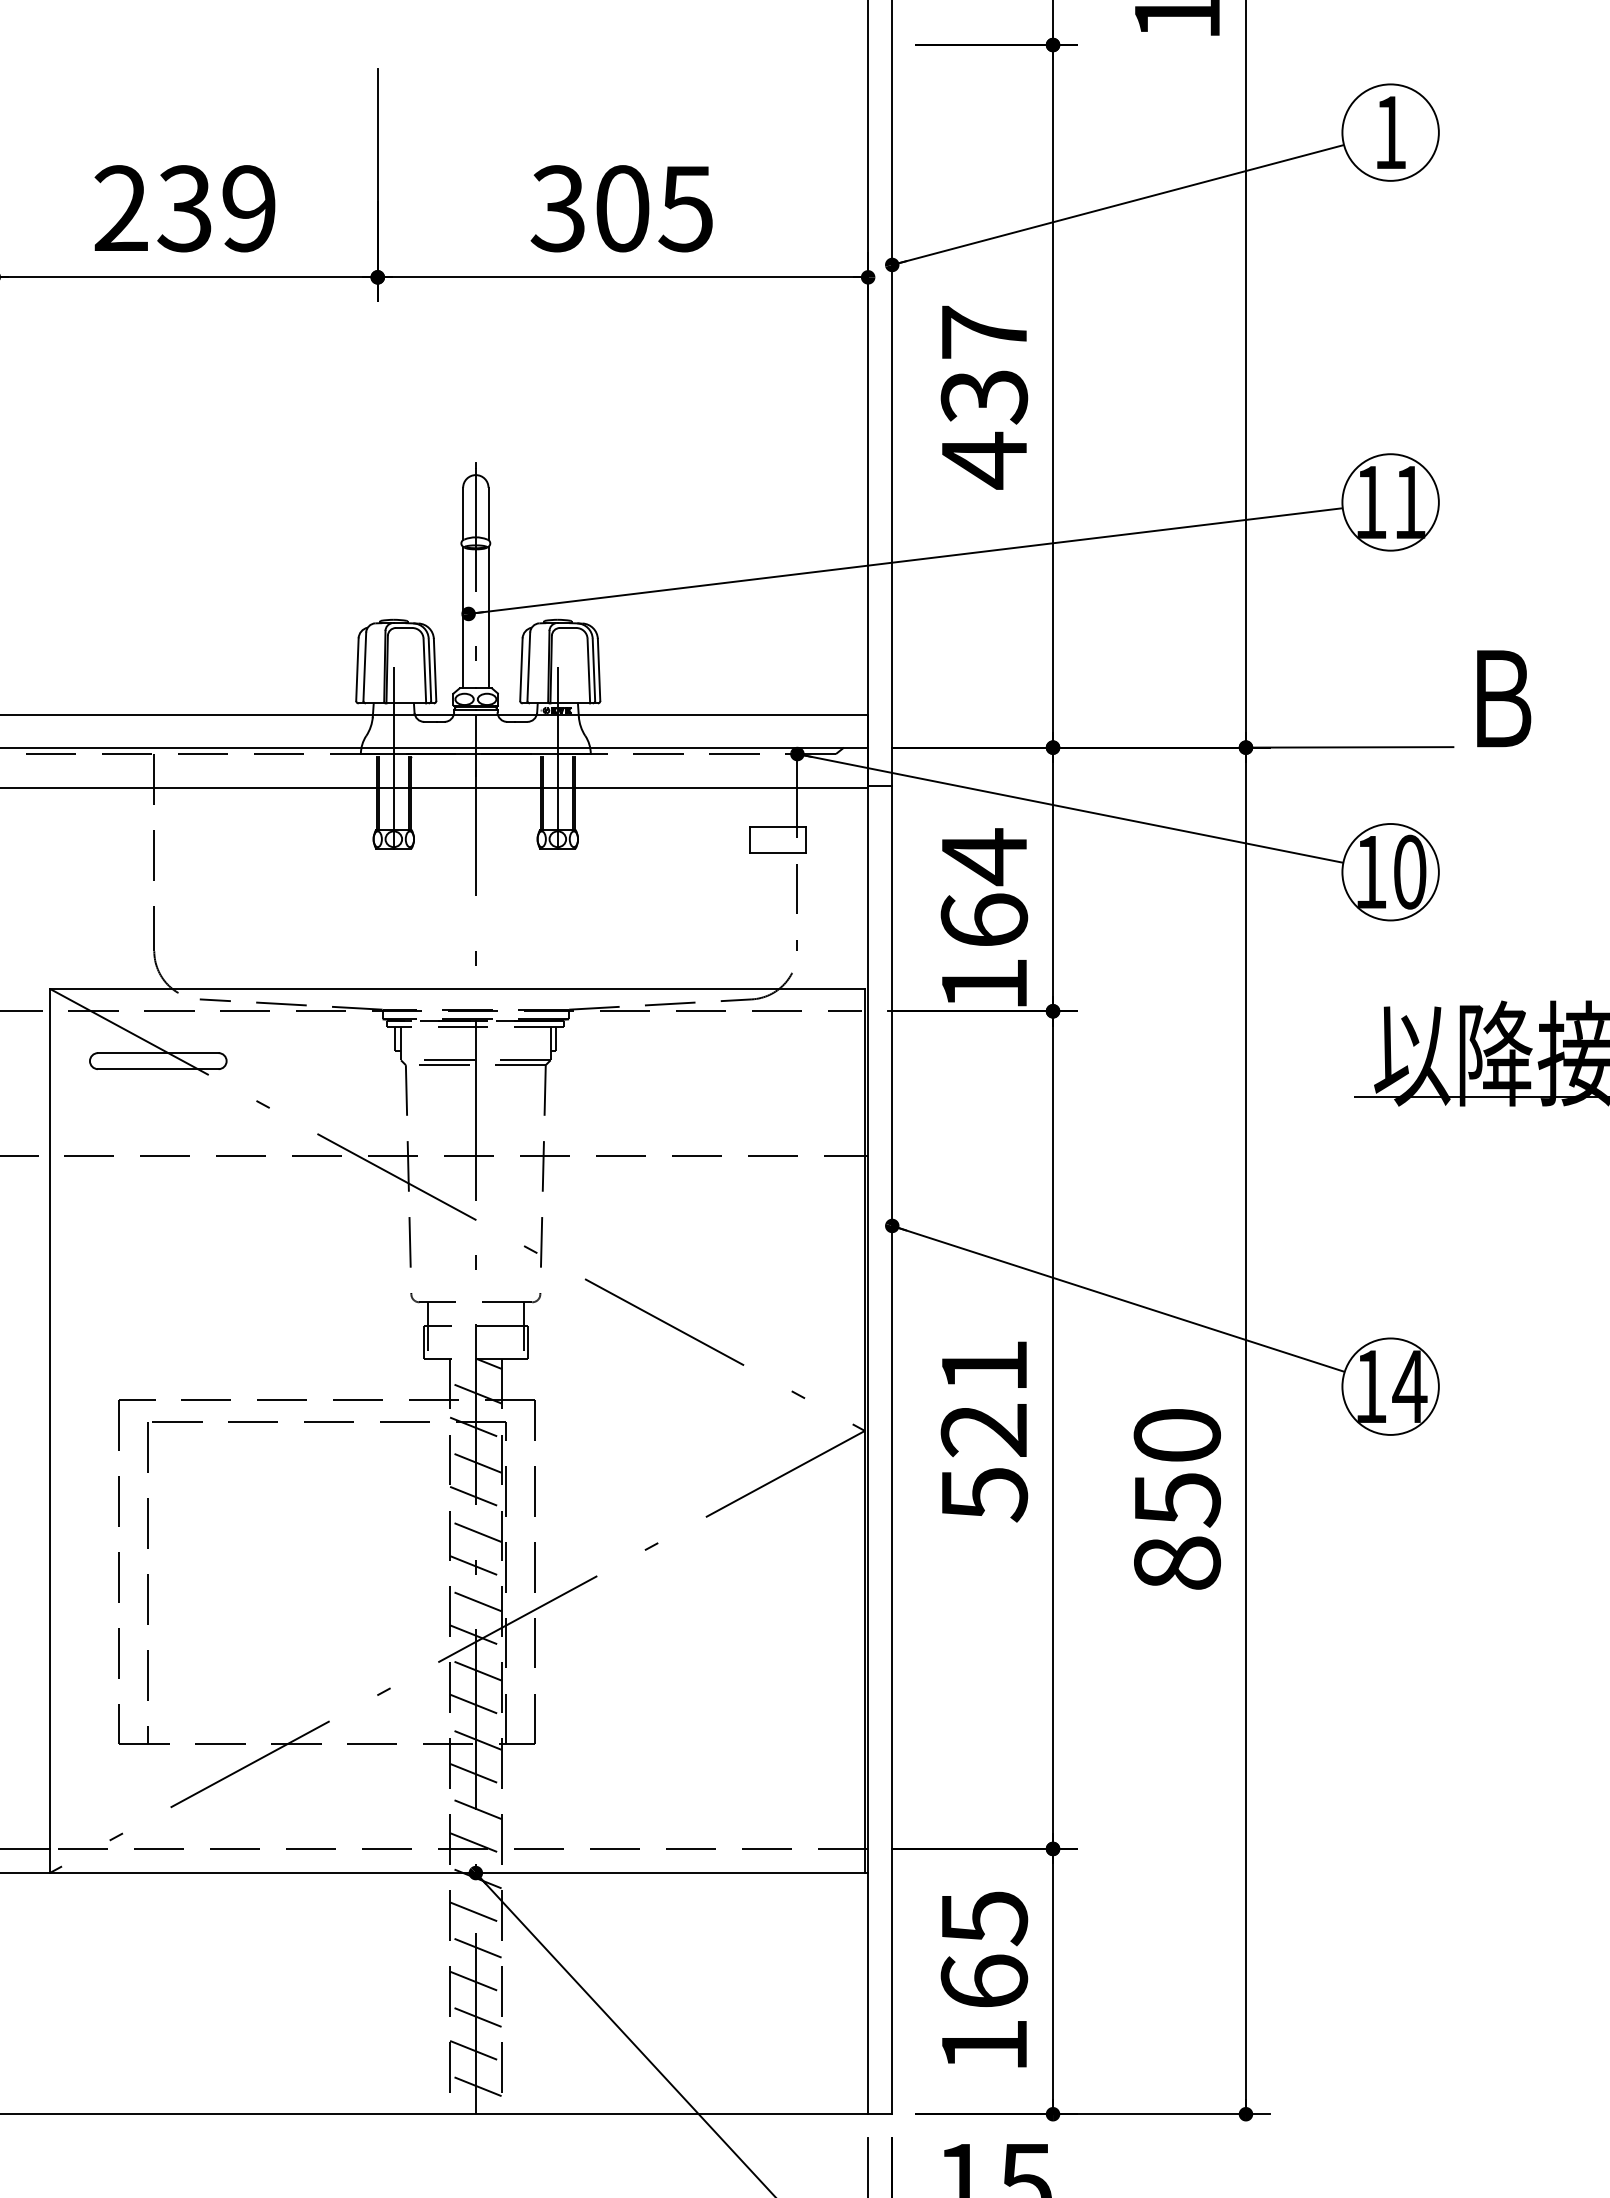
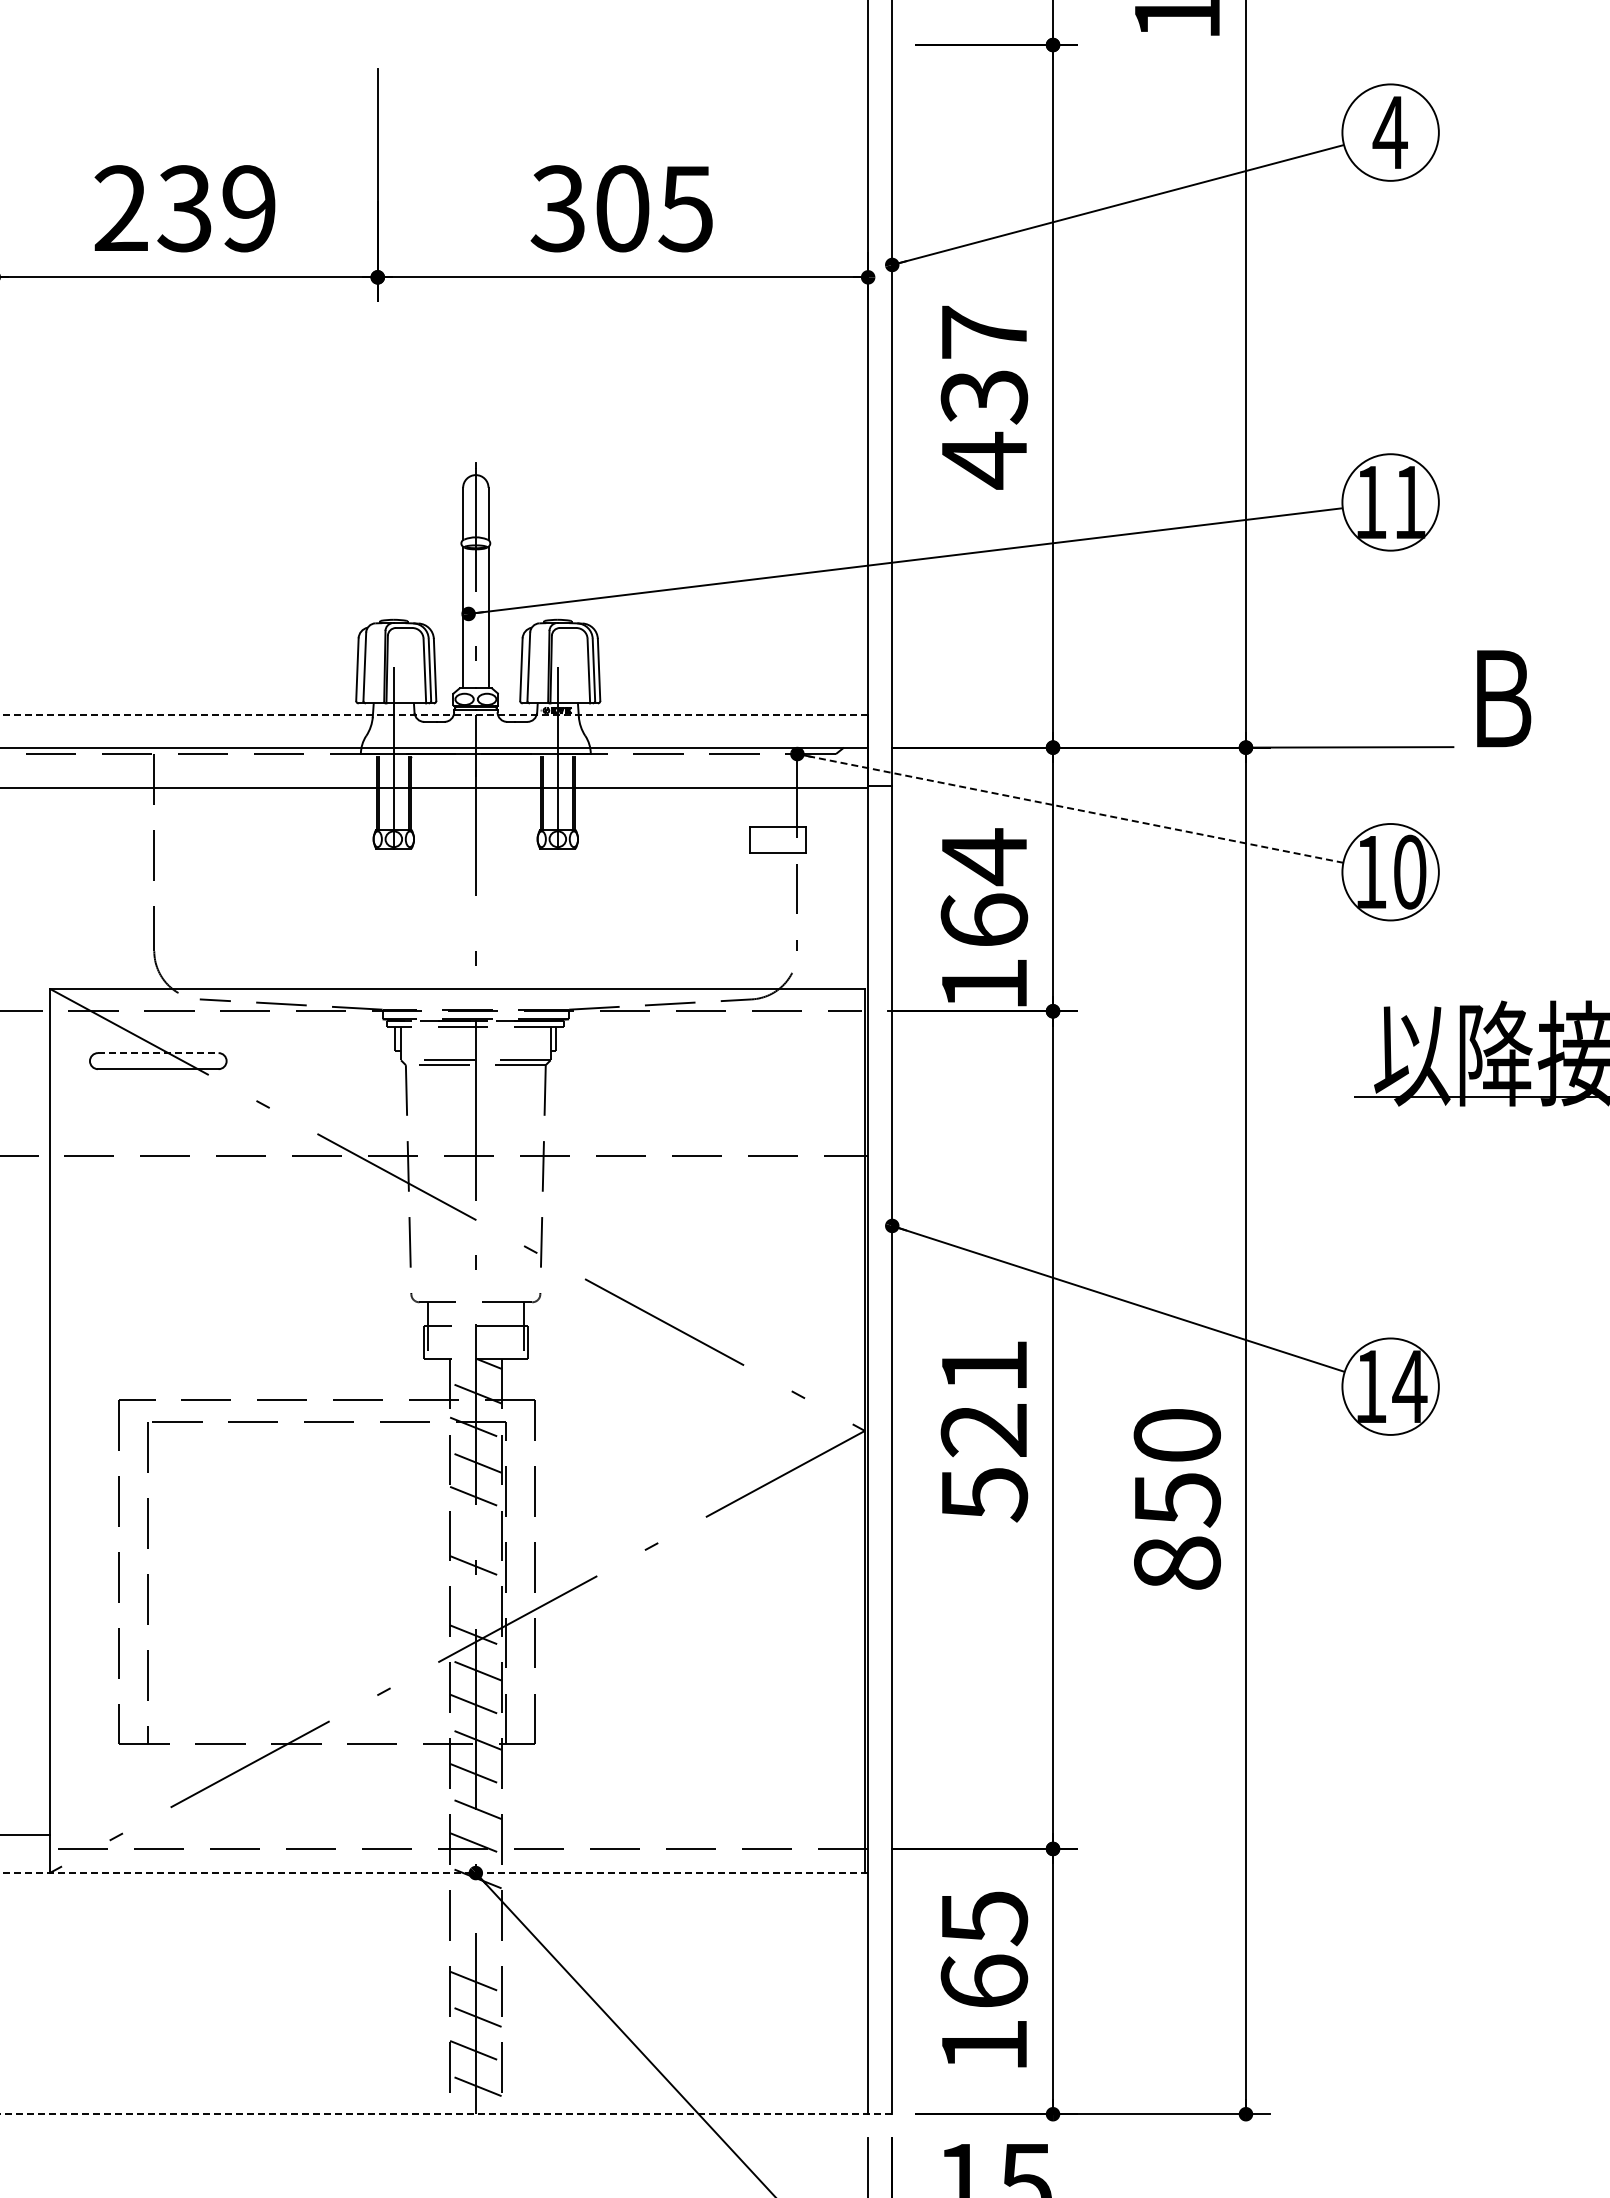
text at (1389, 132): 1 -> 4
line at (434, 715): solid -> dashed
line at (1070, 808): solid -> dashed
line at (158, 1053): solid -> dashed
line at (475, 1531): present -> none
line at (475, 1600): present -> none
line at (26, 1848) position: (26, 1848) -> (26, 1834)
line at (434, 1873): solid -> dashed
line at (475, 1912): present -> none
line at (475, 1947): present -> none
line at (446, 2114): solid -> dashed
